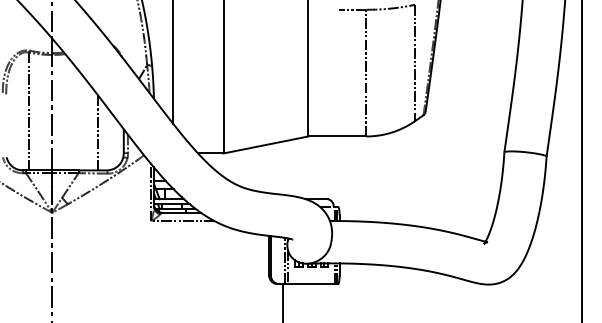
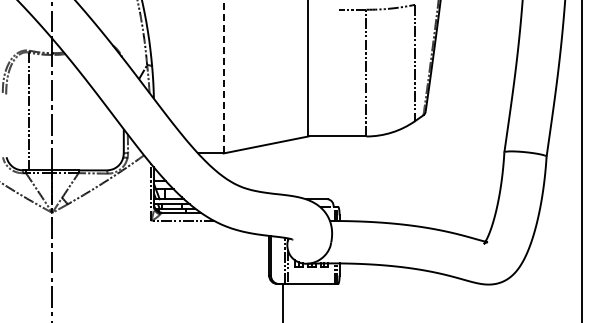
line at (173, 63): present -> none
line at (223, 76): solid -> dashed
line at (98, 132): present -> none
